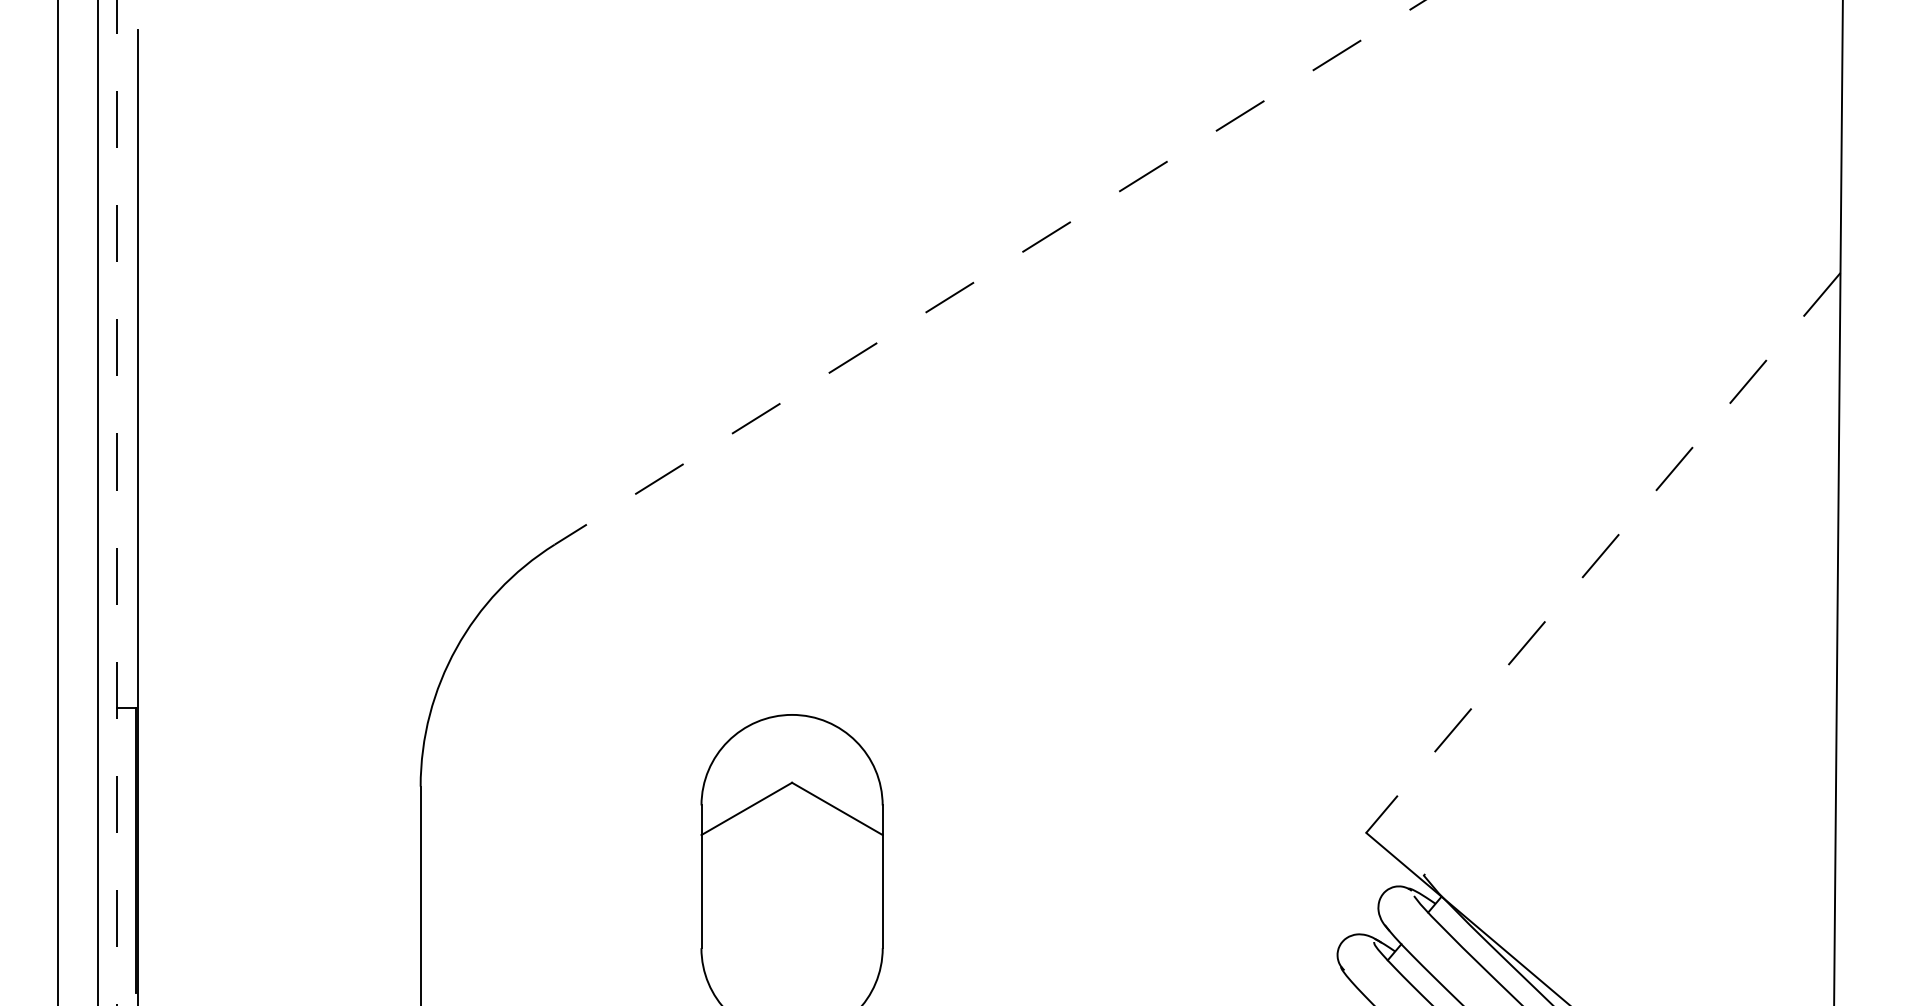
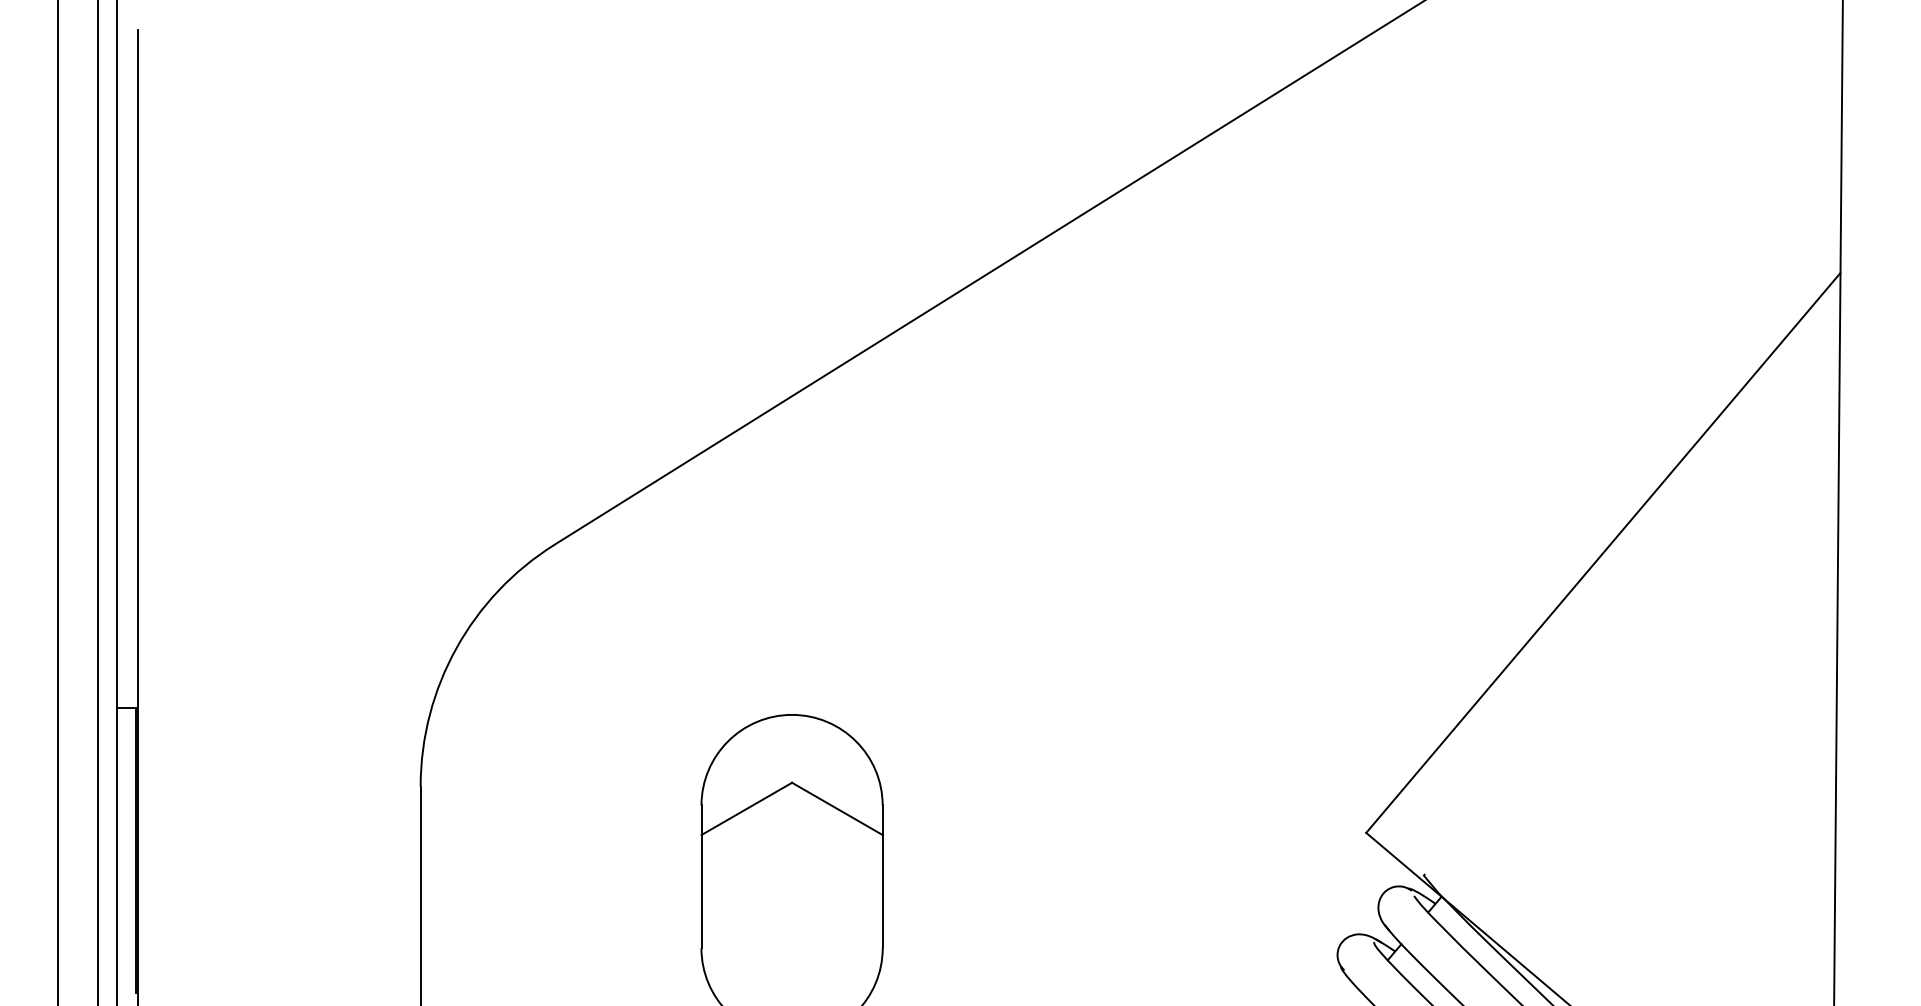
line at (989, 272): dashed -> solid
line at (117, 502): dashed -> solid
line at (1603, 552): dashed -> solid
